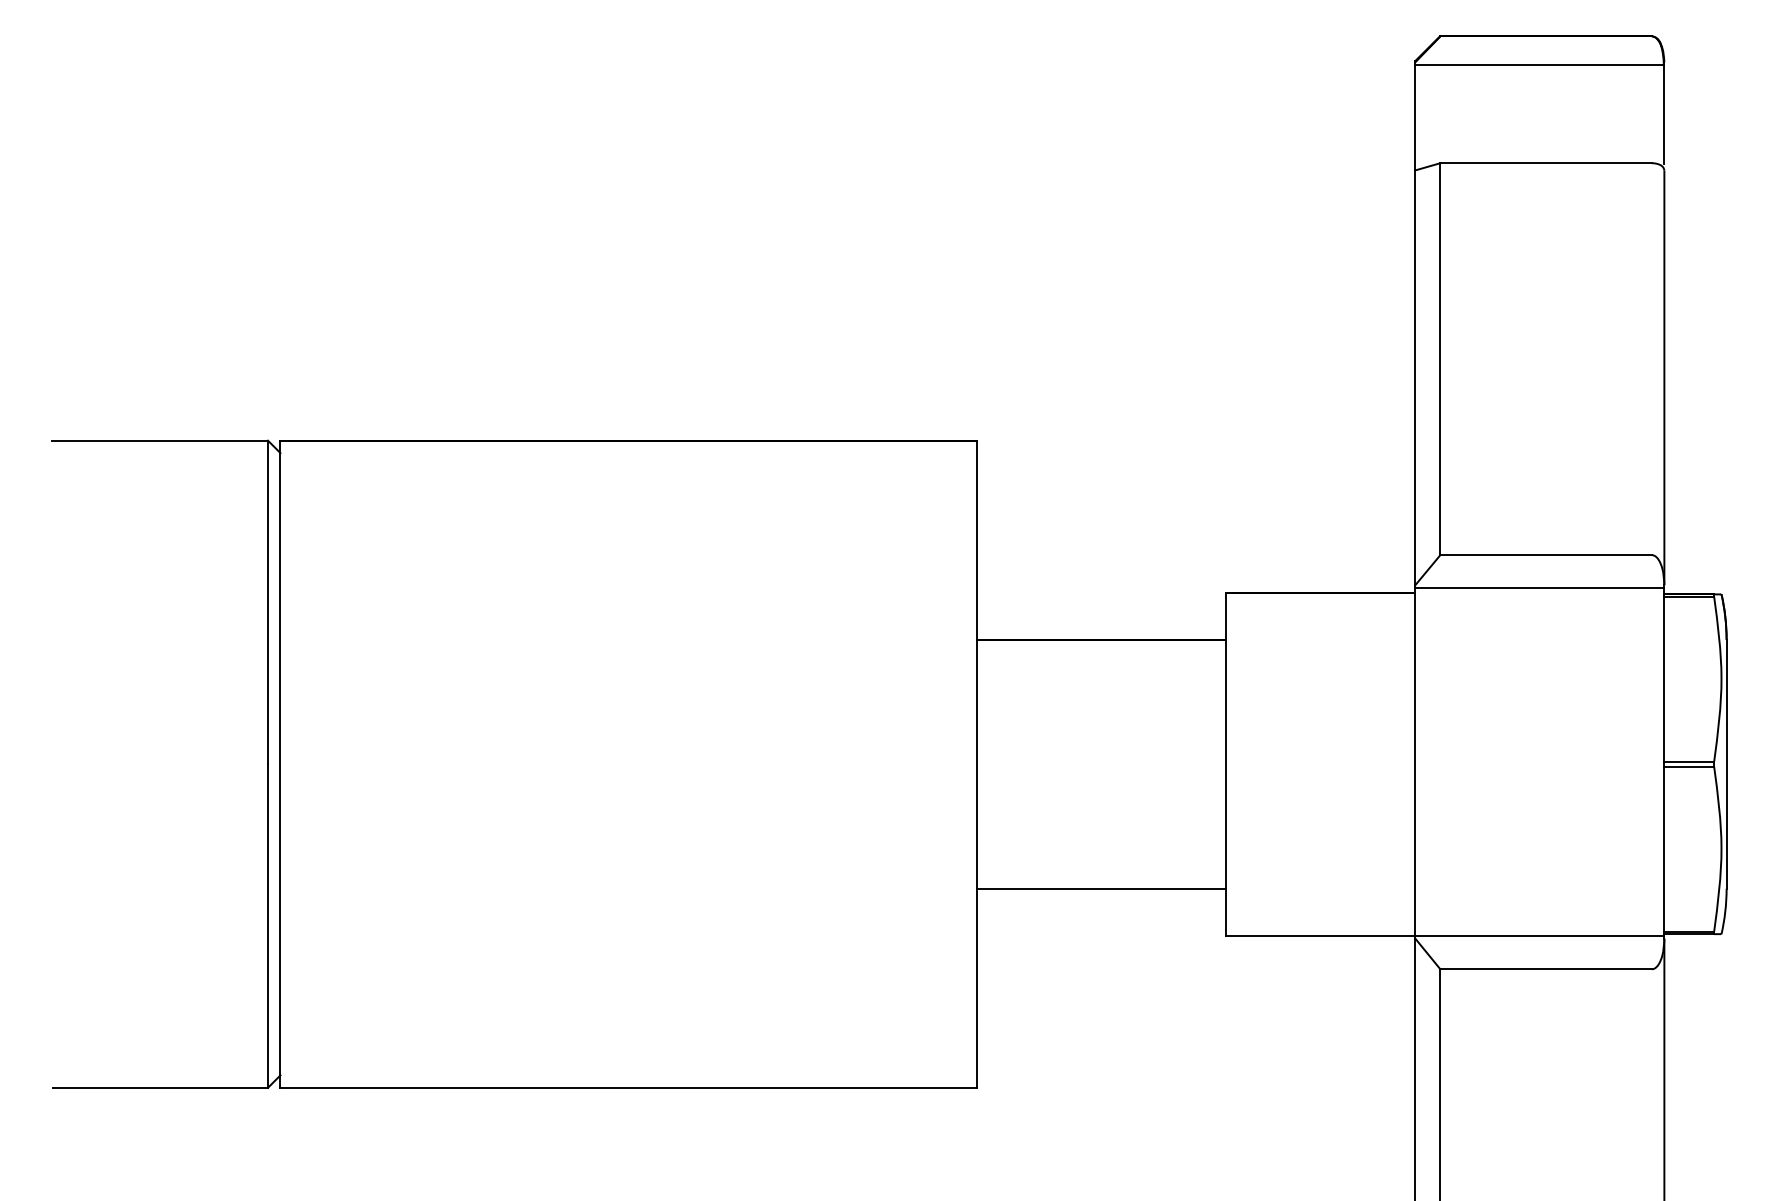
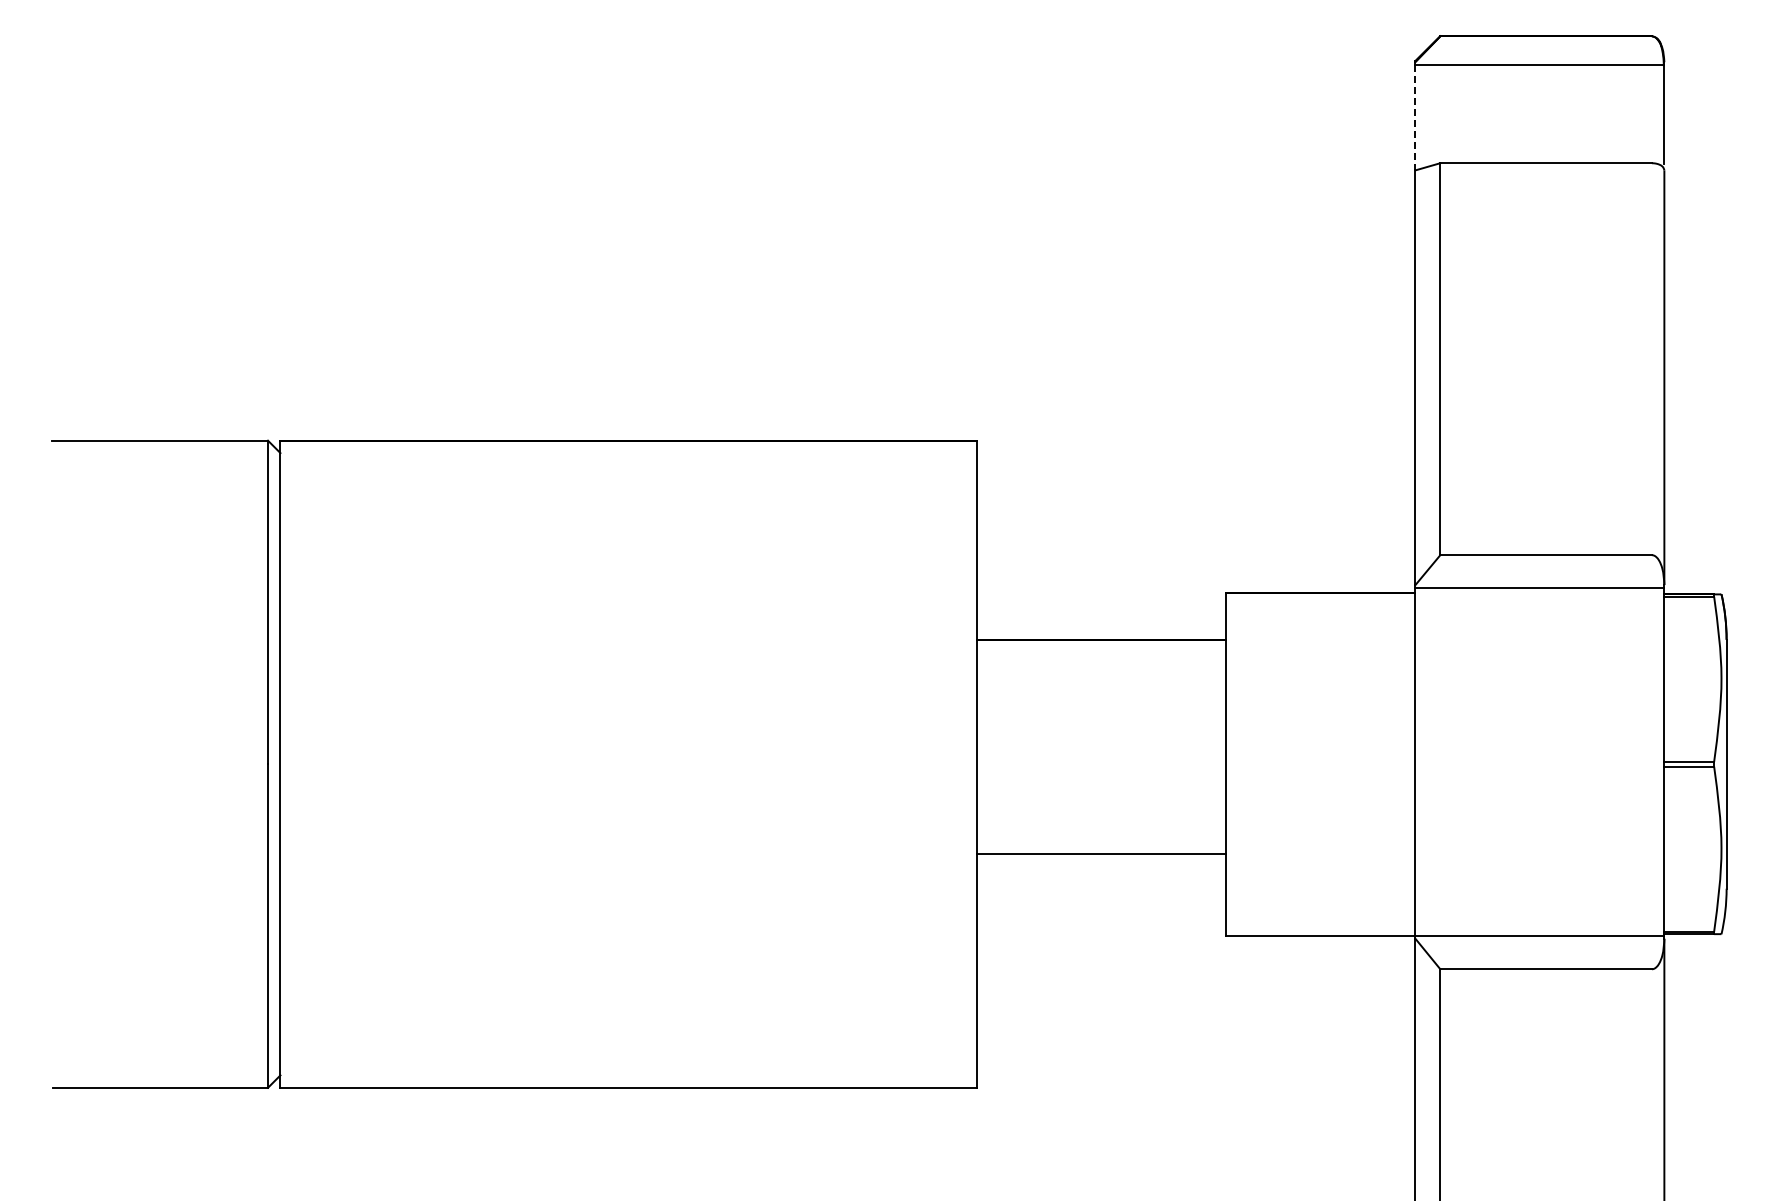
line at (1415, 117): solid -> dashed
line at (1101, 888) position: (1101, 888) -> (1101, 853)
